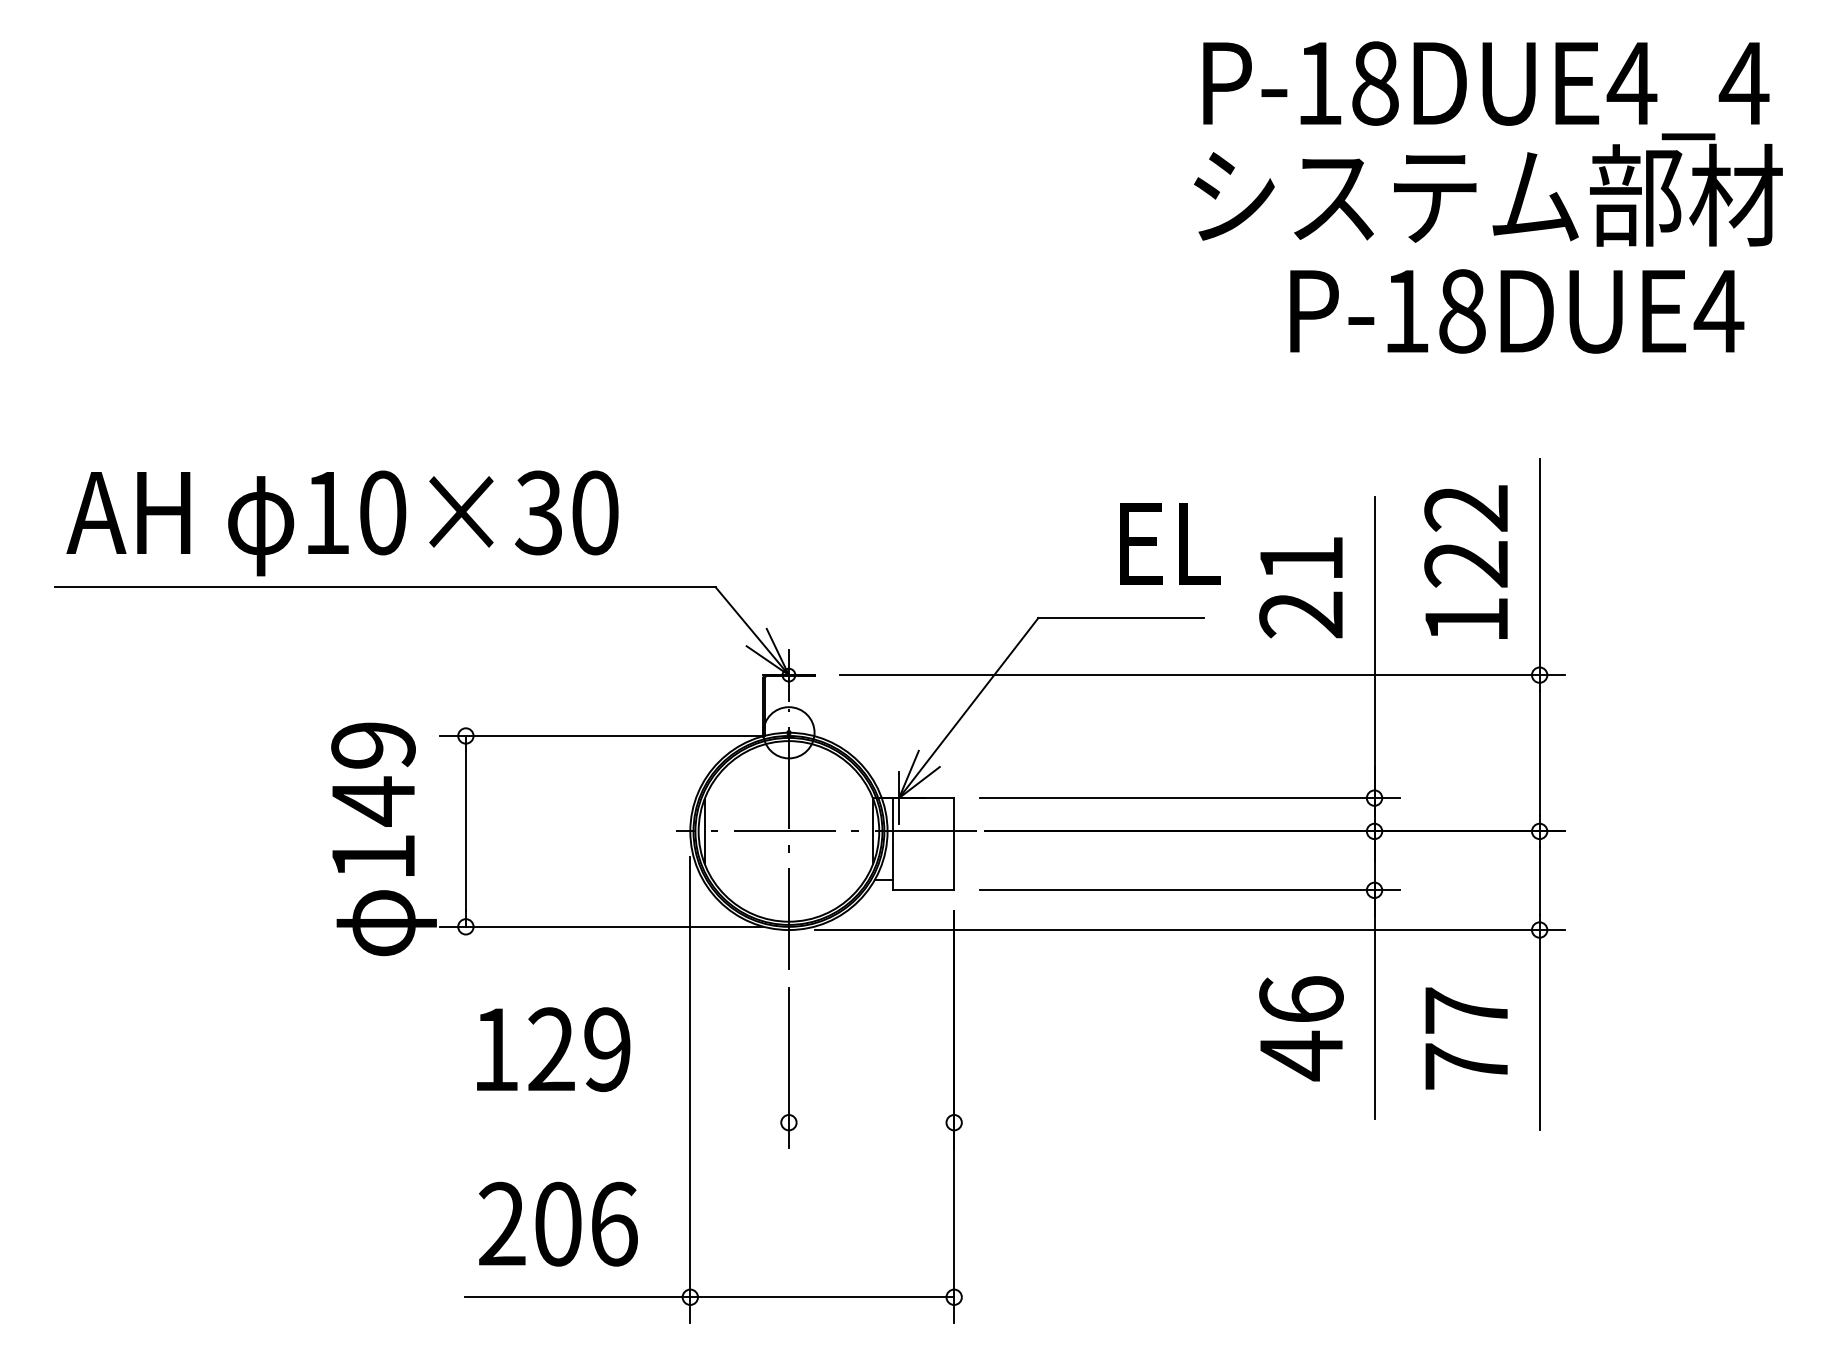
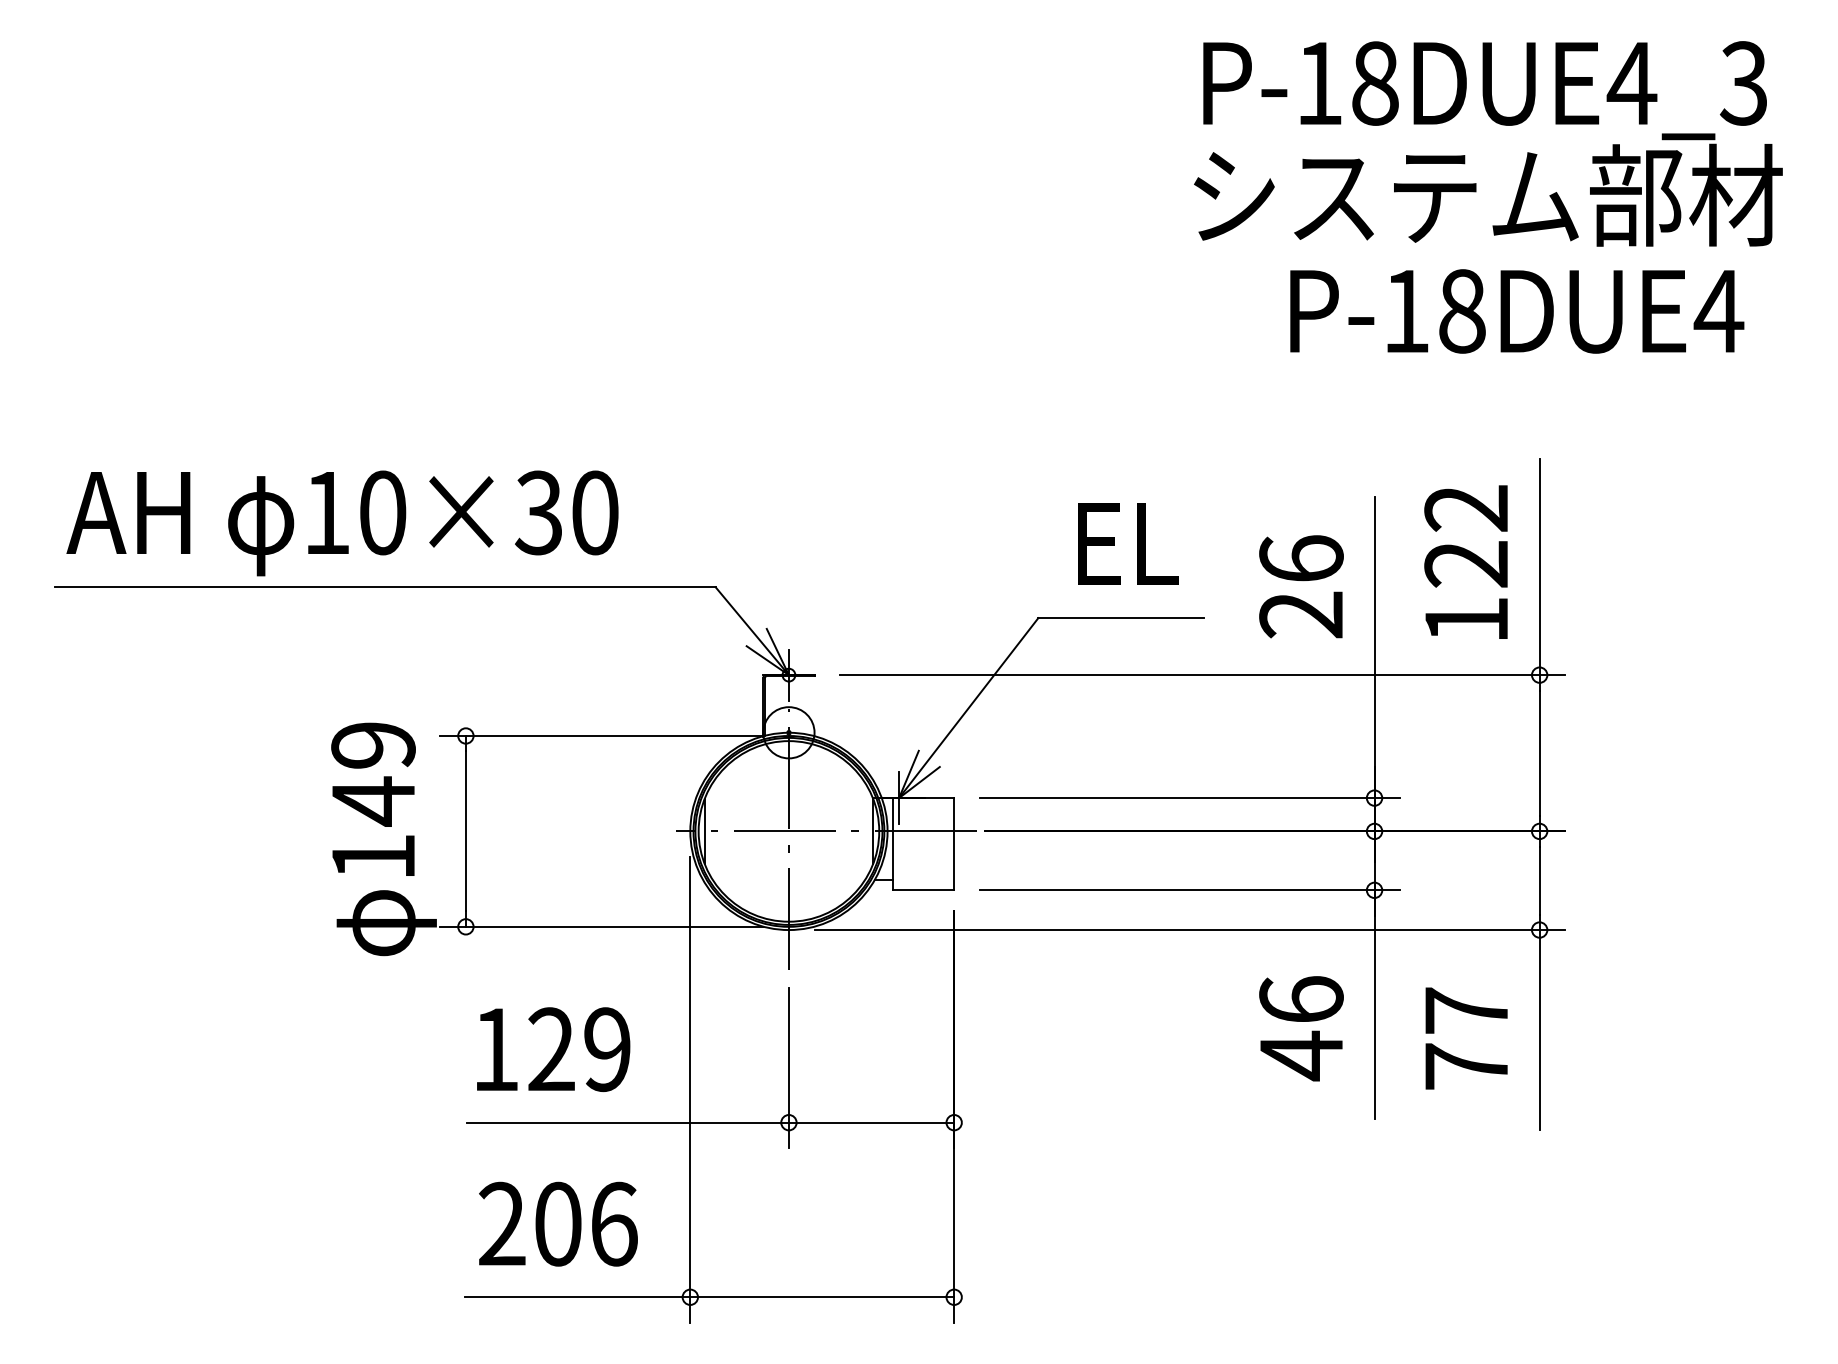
text at (1743, 83): P-18DUE4_4 -> P-18DUE4_3
text at (1170, 543) position: (1170, 543) -> (1128, 543)
text at (1301, 558): 21 -> 26
line at (710, 1122): none -> present
